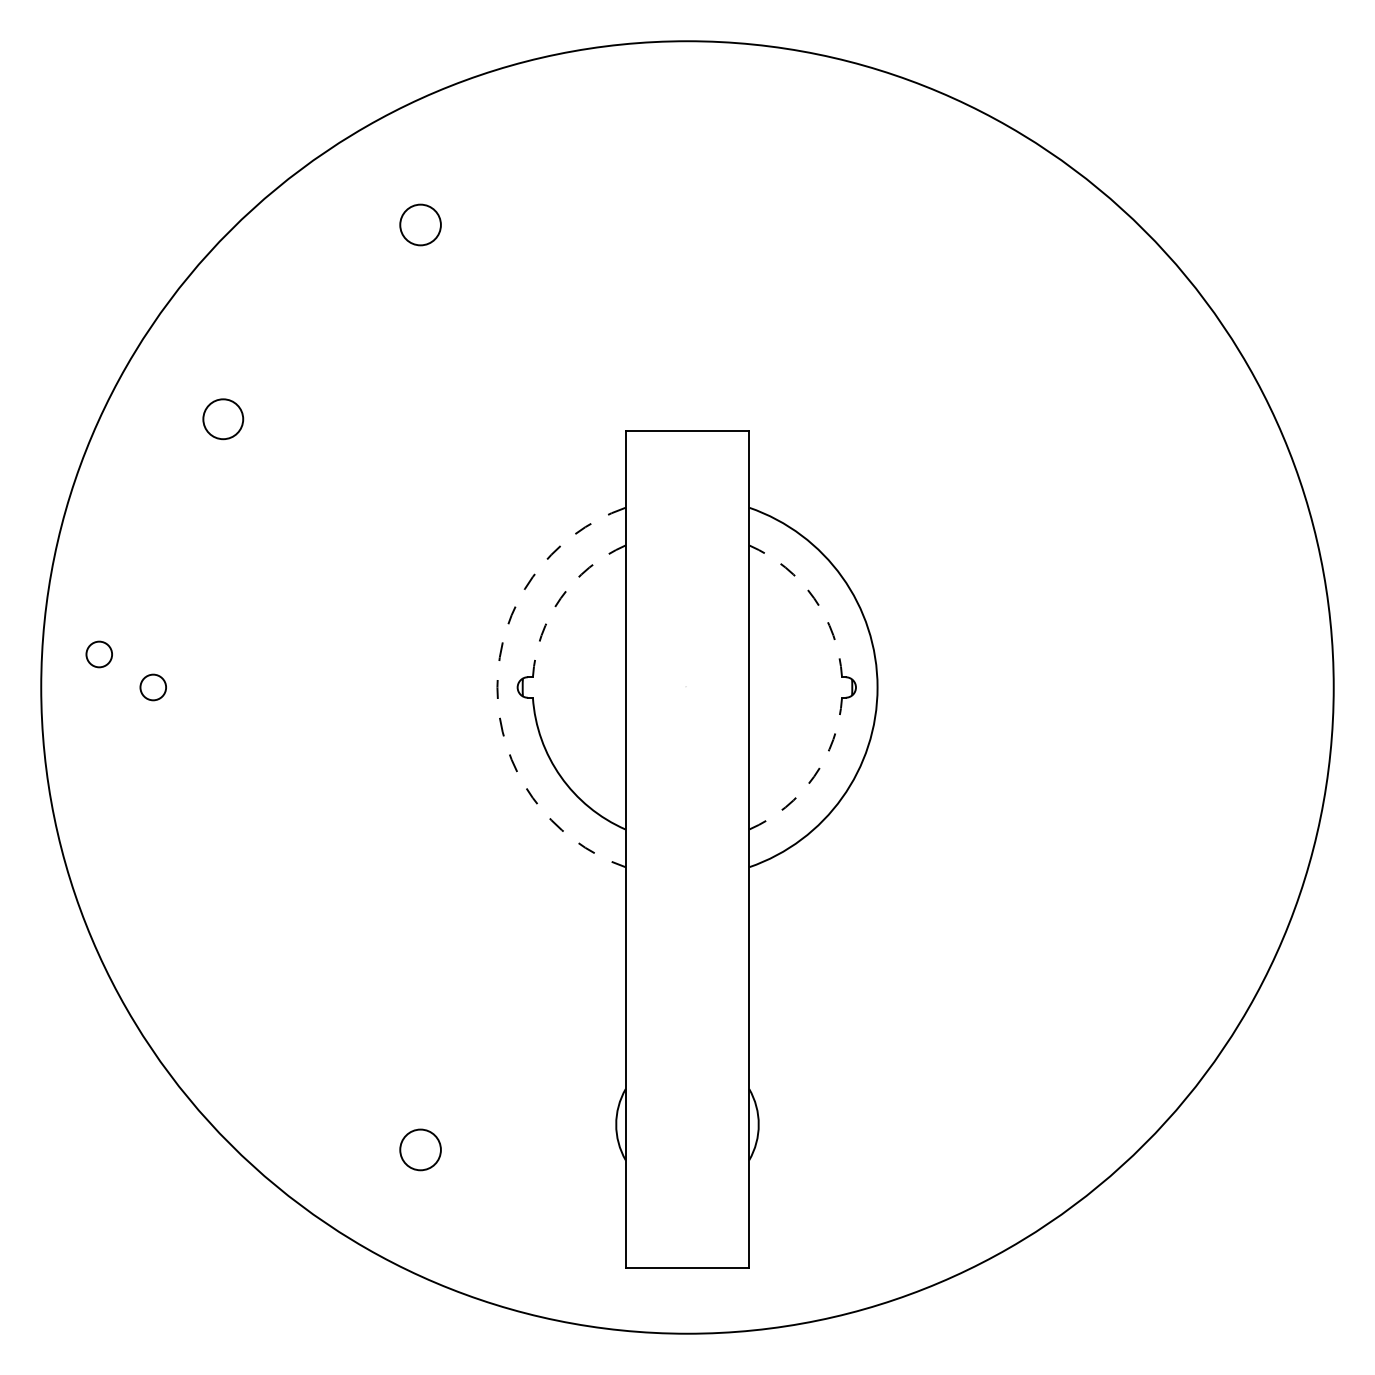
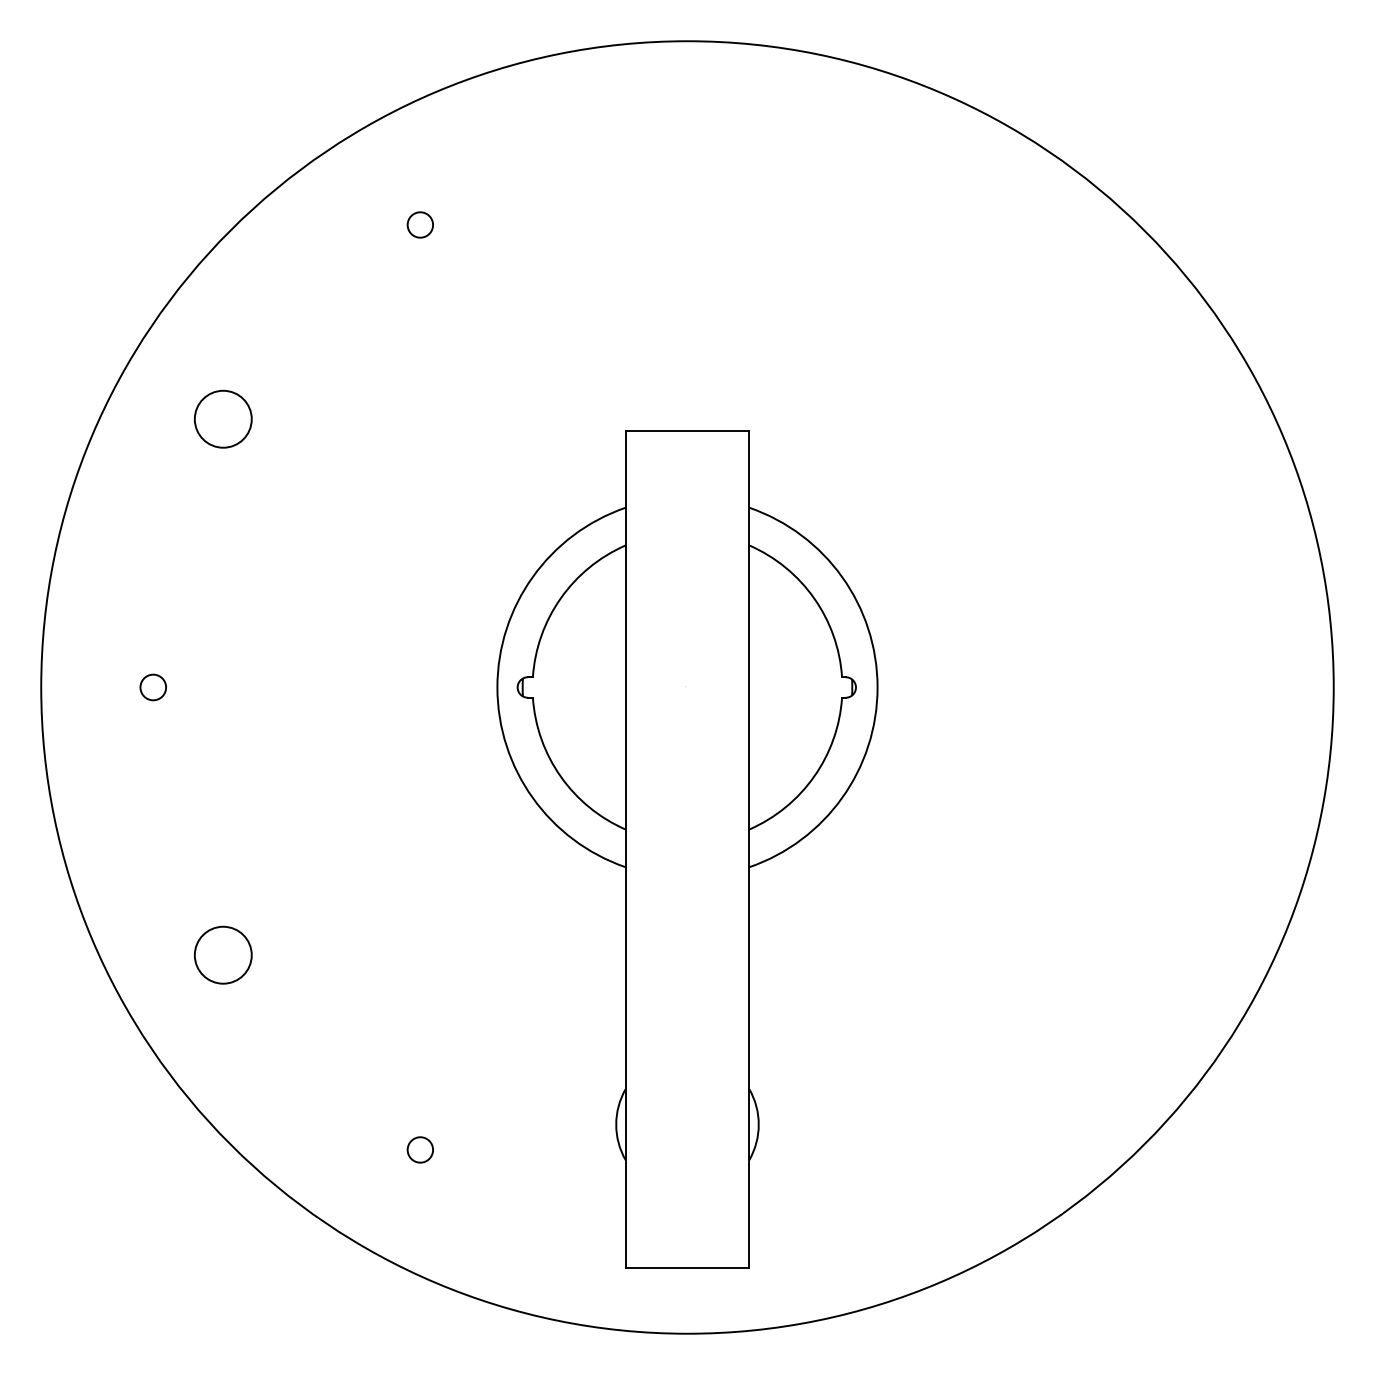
circle at (420, 224) size: 43x44 px -> 28x28 px
circle at (223, 419) diameter: 40 px -> 57 px
arc at (560, 598): dashed -> solid
arc at (814, 598): dashed -> solid
circle at (98, 654): present -> none
arc at (497, 687): dashed -> solid
arc at (814, 776): dashed -> solid
circle at (222, 954): none -> present
circle at (420, 1149) size: 43x44 px -> 28x28 px
